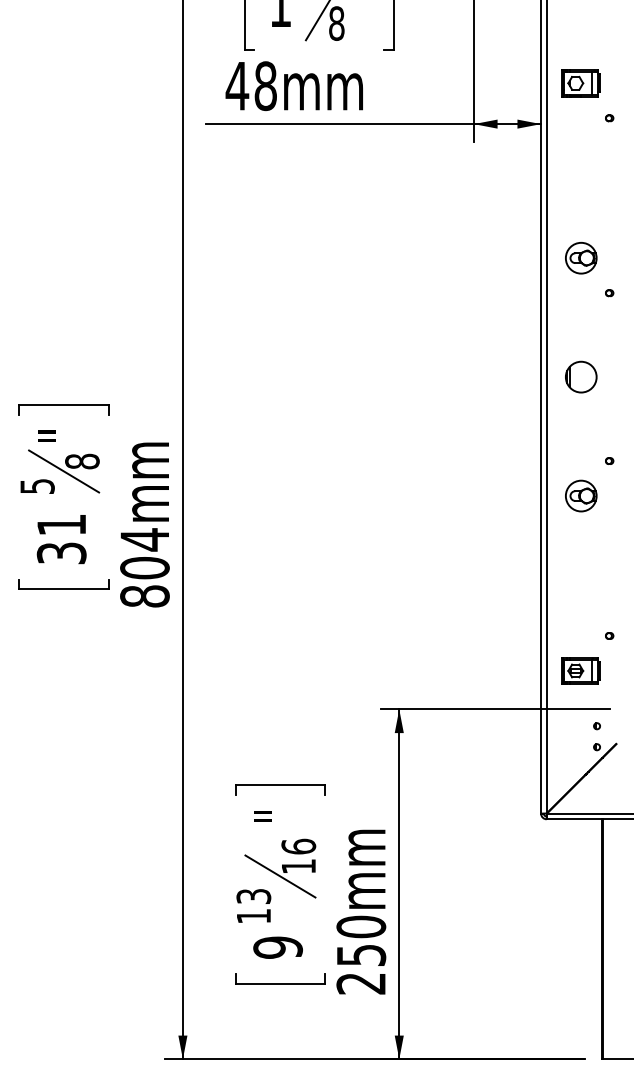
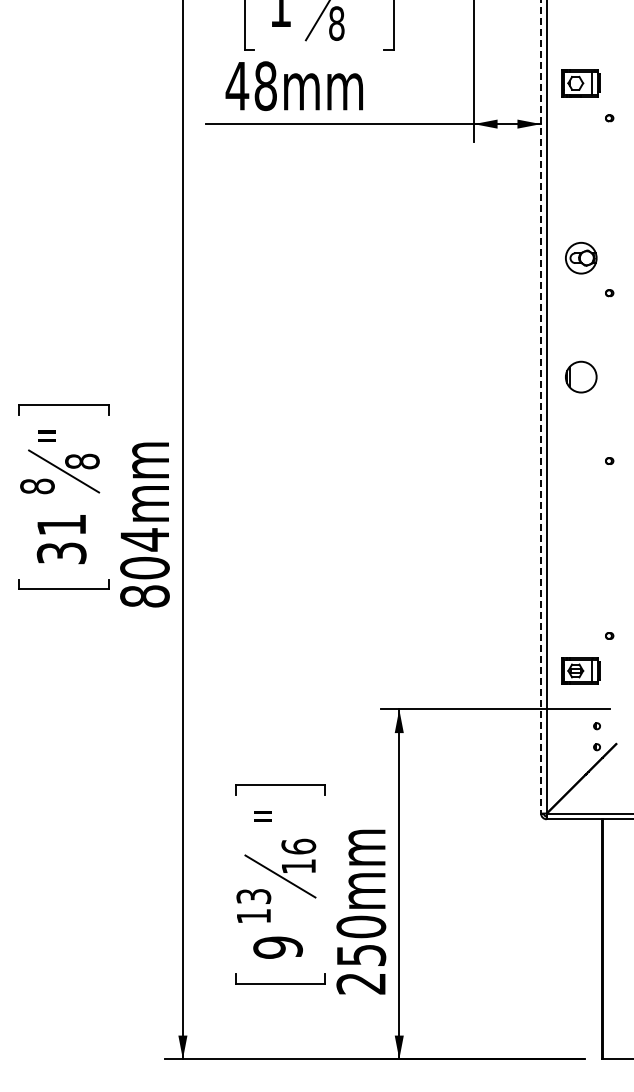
line at (541, 407): solid -> dashed
text at (37, 486): 5 -> 8
part at (581, 495): present -> none
